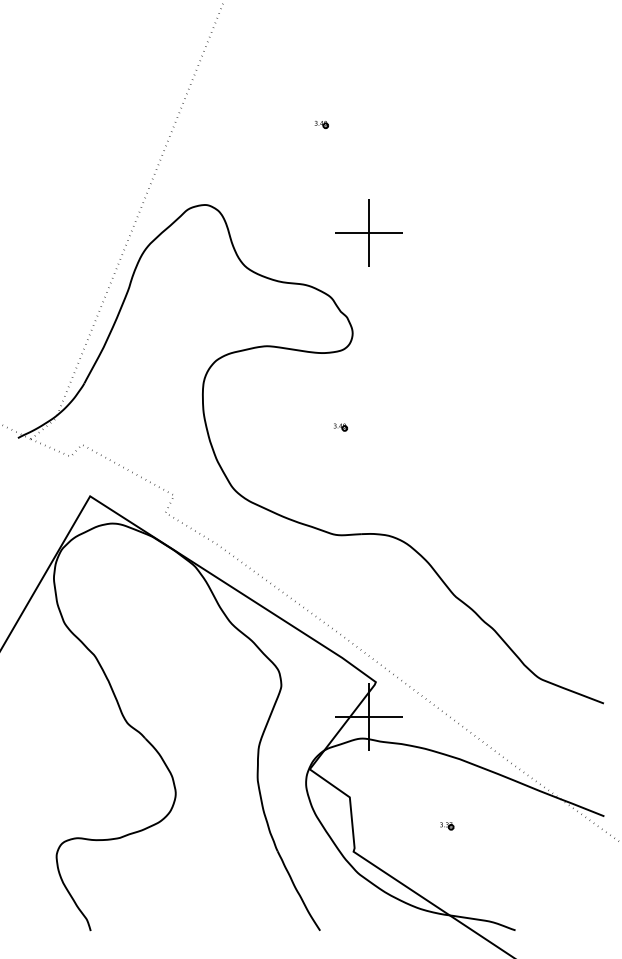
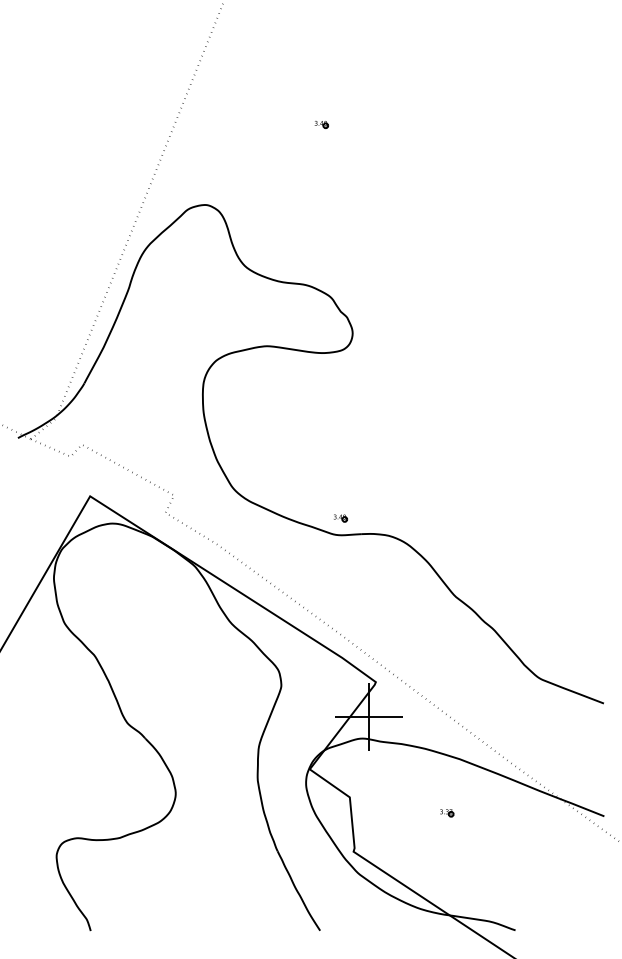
part at (368, 232): present -> none
part at (341, 427) position: (341, 427) -> (341, 518)
part at (447, 826) position: (447, 826) -> (447, 813)
